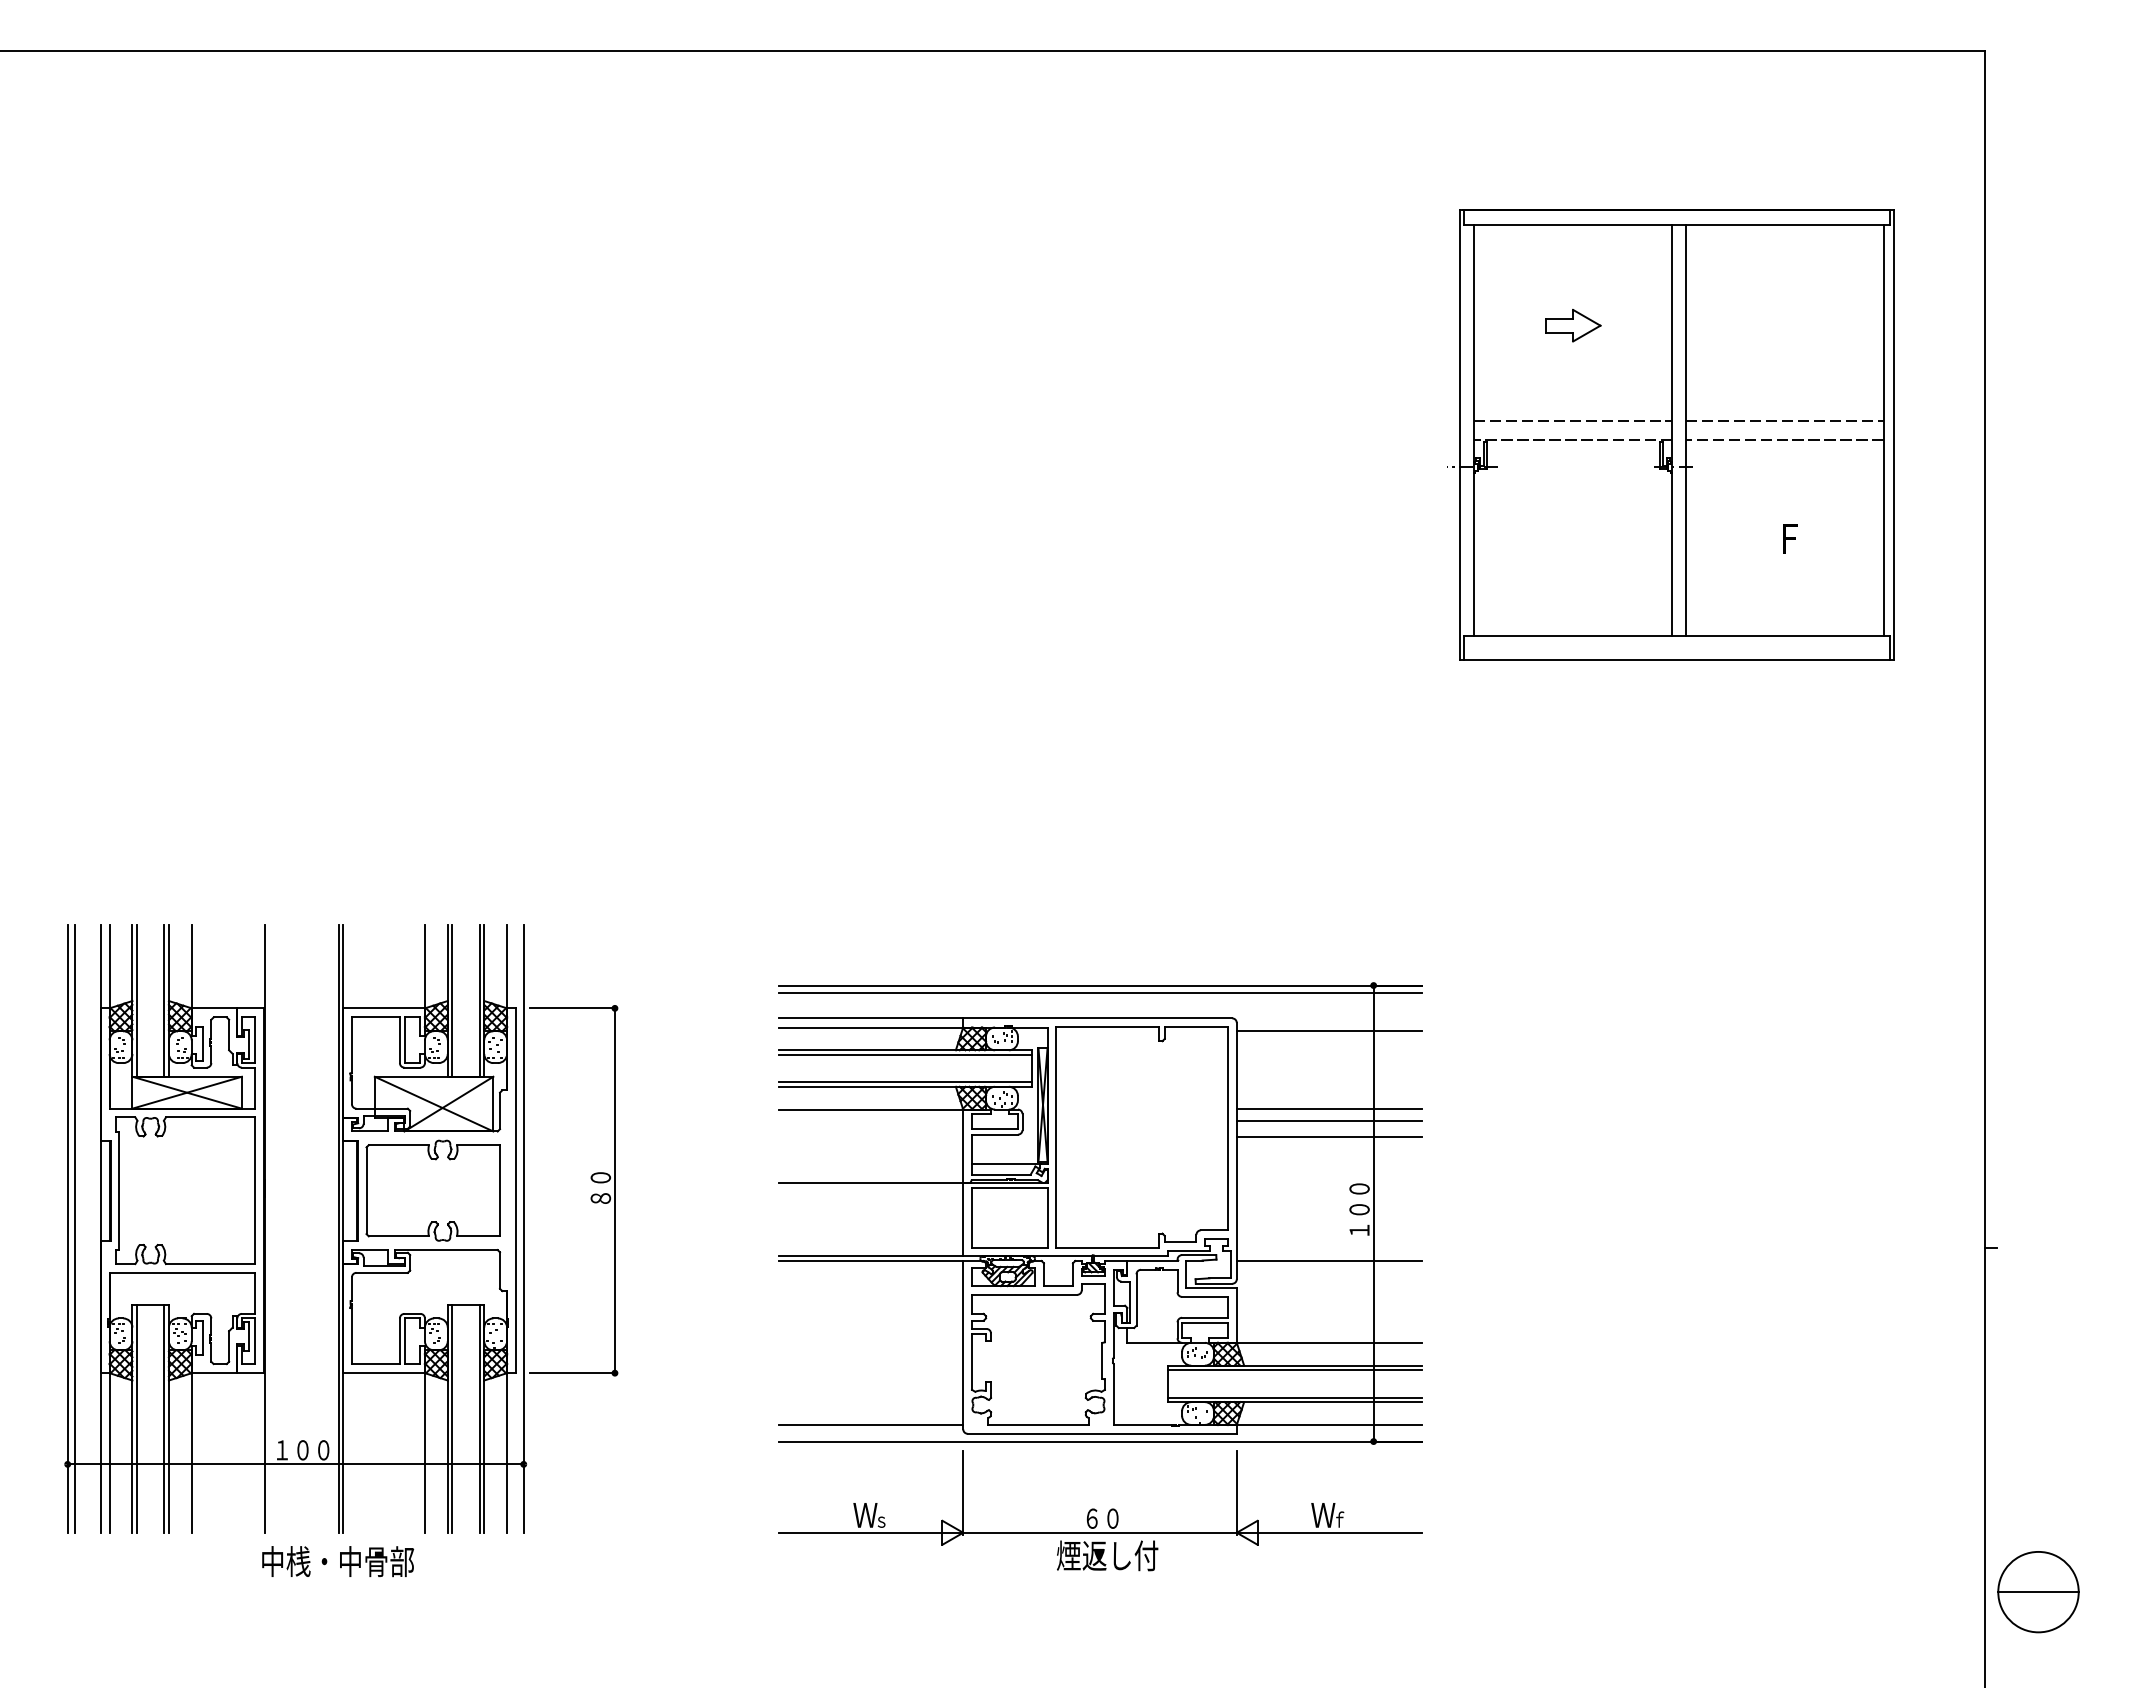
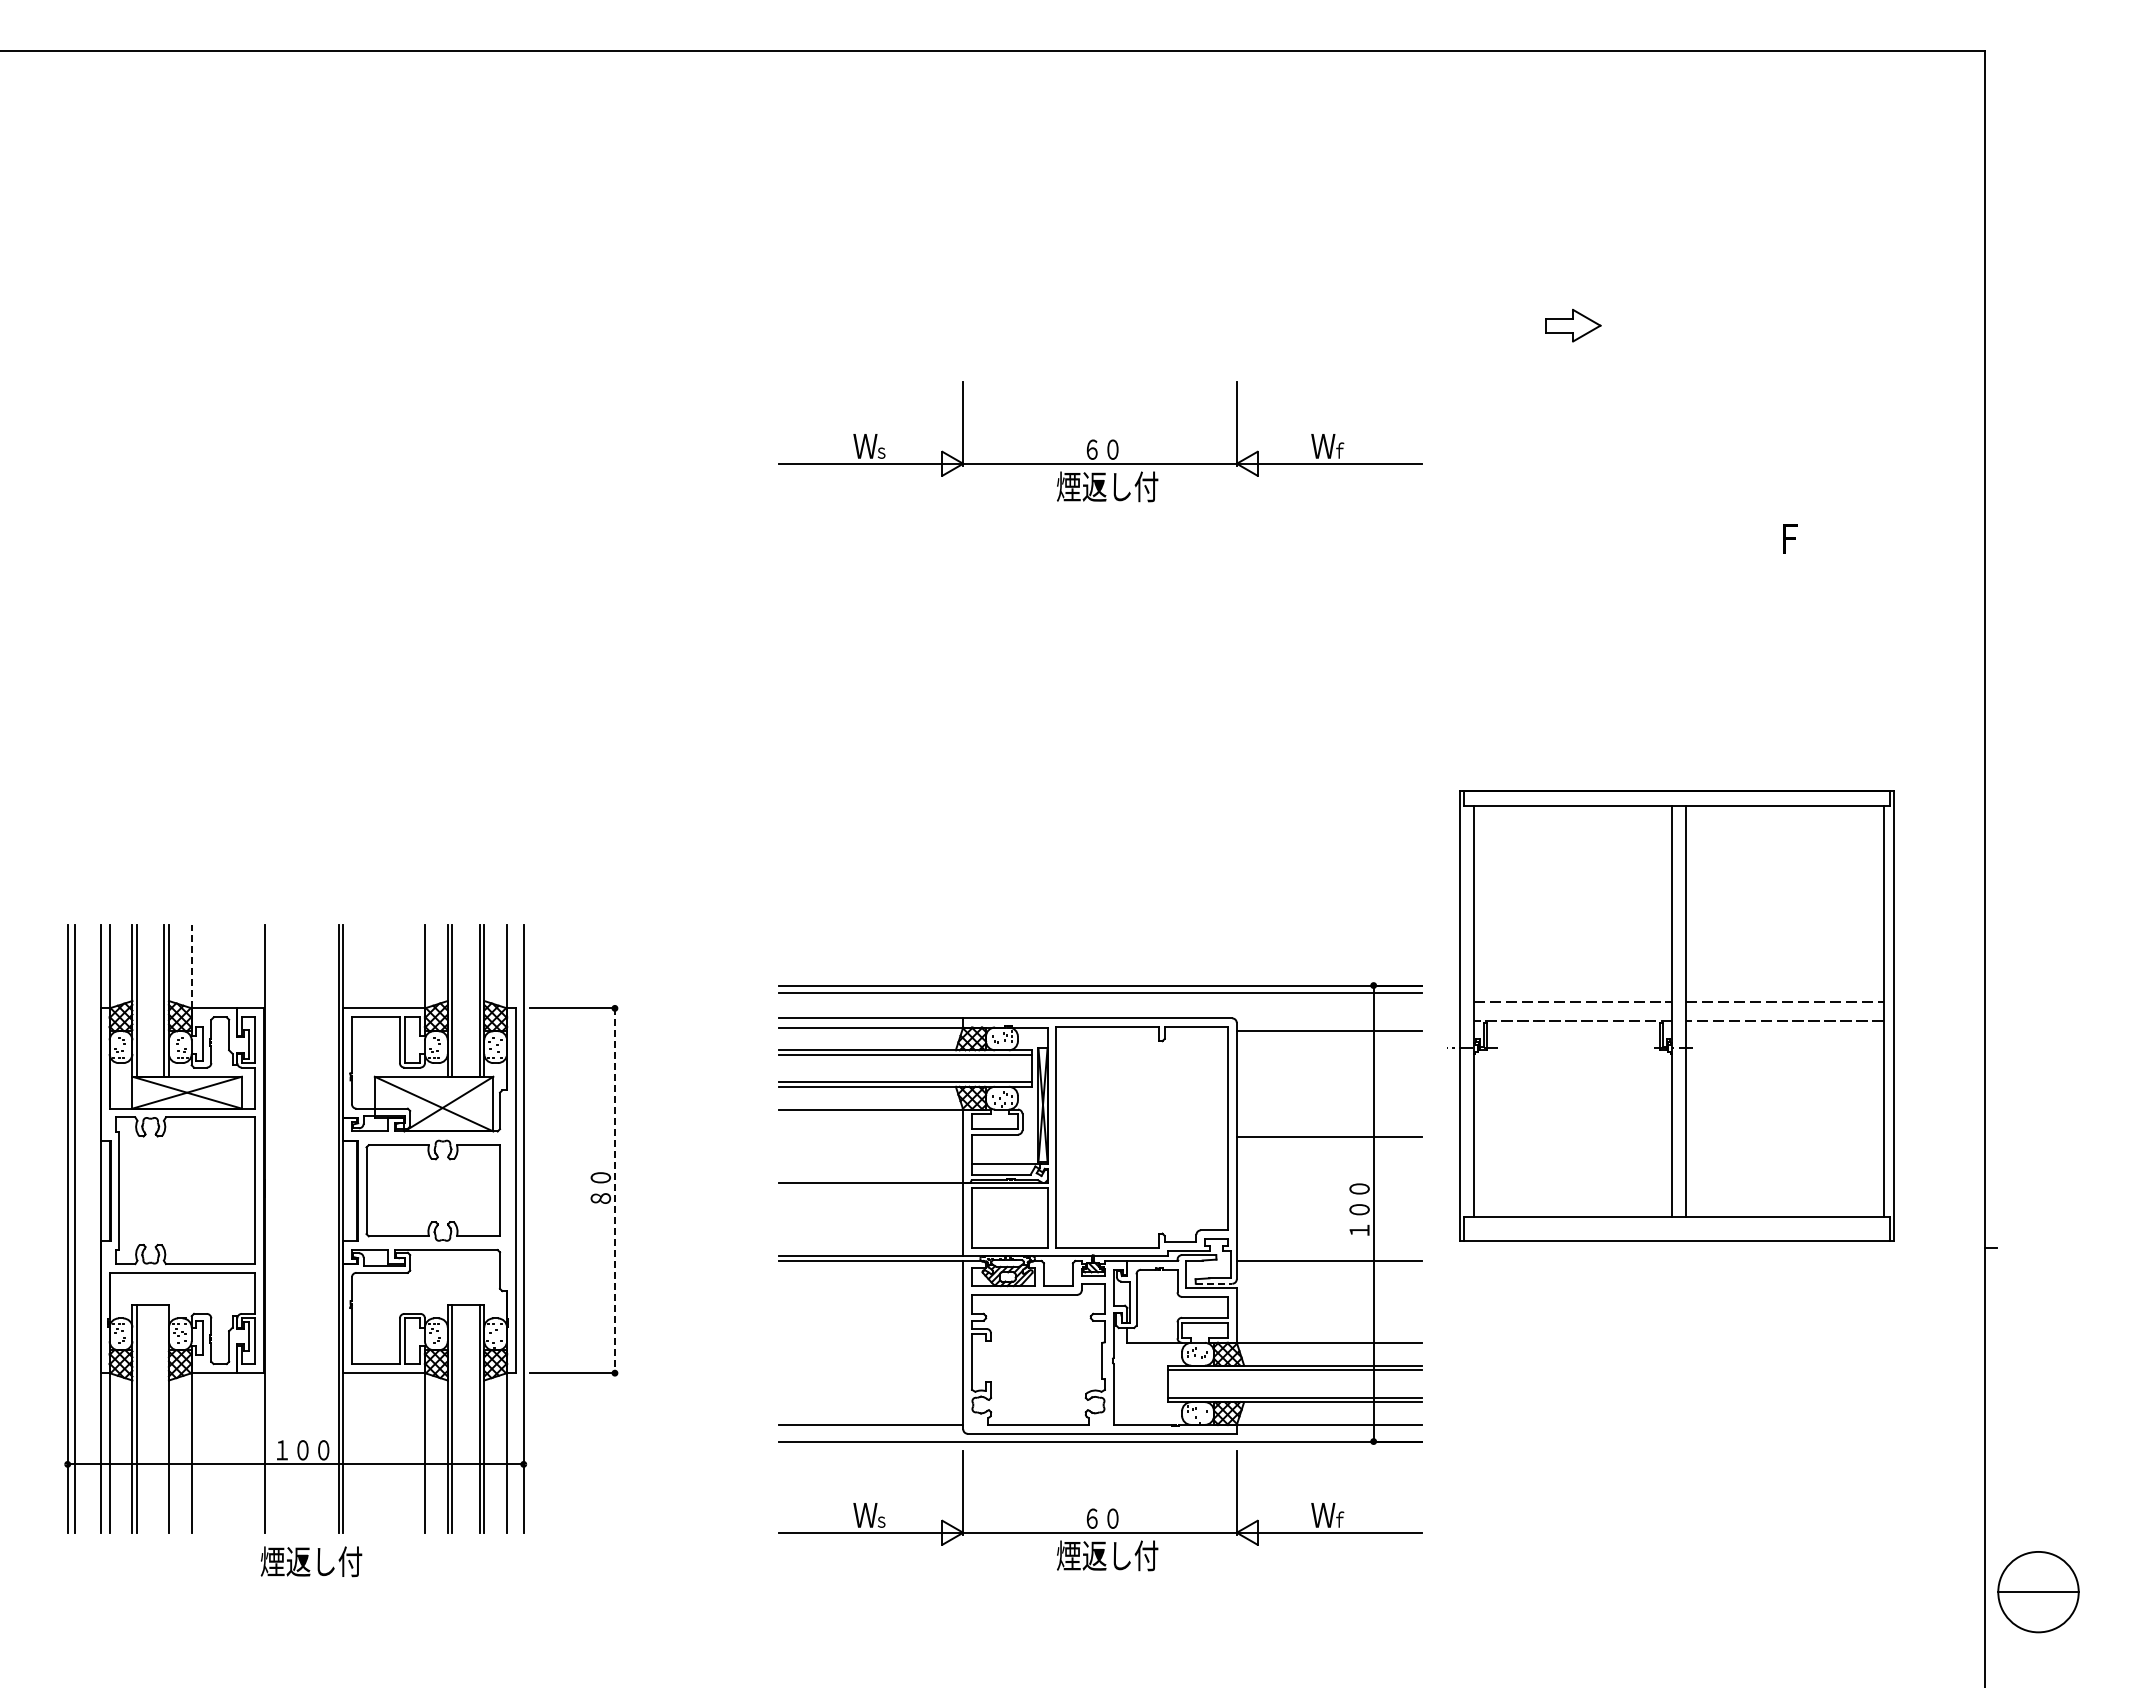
part at (1670, 434) position: (1670, 434) -> (1670, 1015)
part at (1100, 441): none -> present
line at (191, 966): solid -> dashed
line at (1328, 1108): present -> none
line at (1328, 1121): present -> none
line at (614, 1191): solid -> dashed
line at (1214, 1283): solid -> dashed
line at (164, 1418): present -> none
text at (337, 1561): 中桟・中骨部 -> 煙返し付
